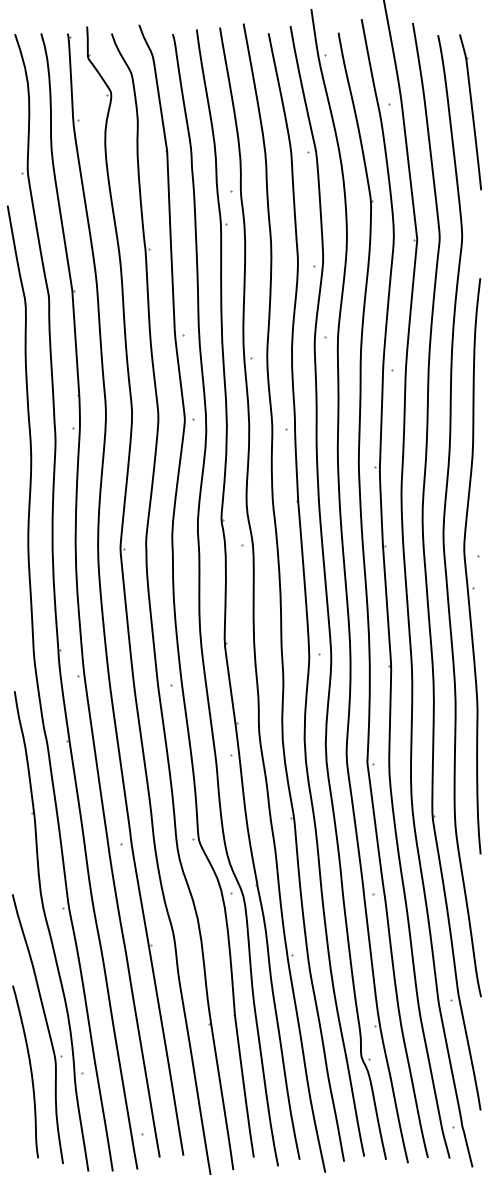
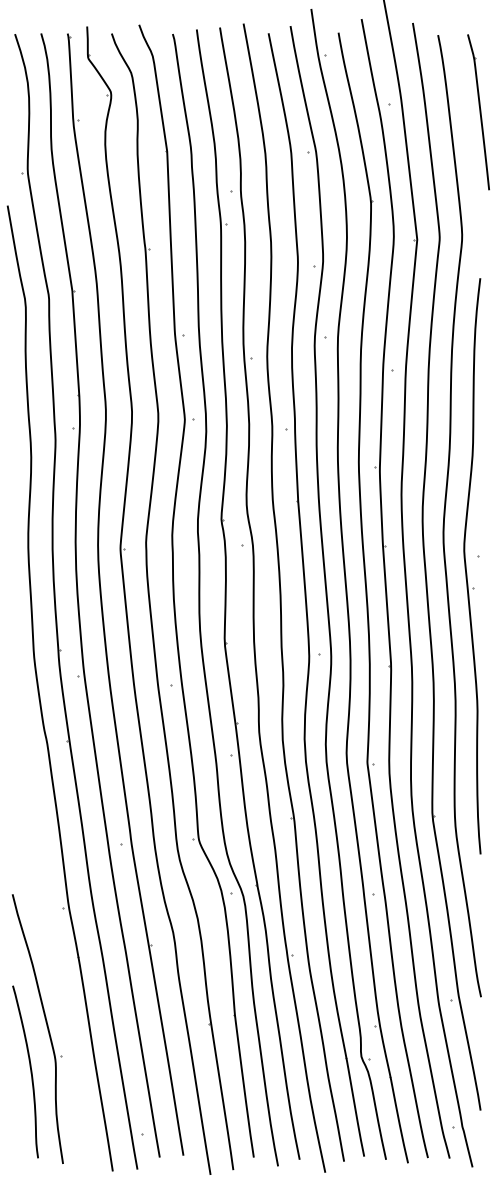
part at (470, 112) position: (470, 112) -> (478, 112)
part at (51, 931): present -> none
